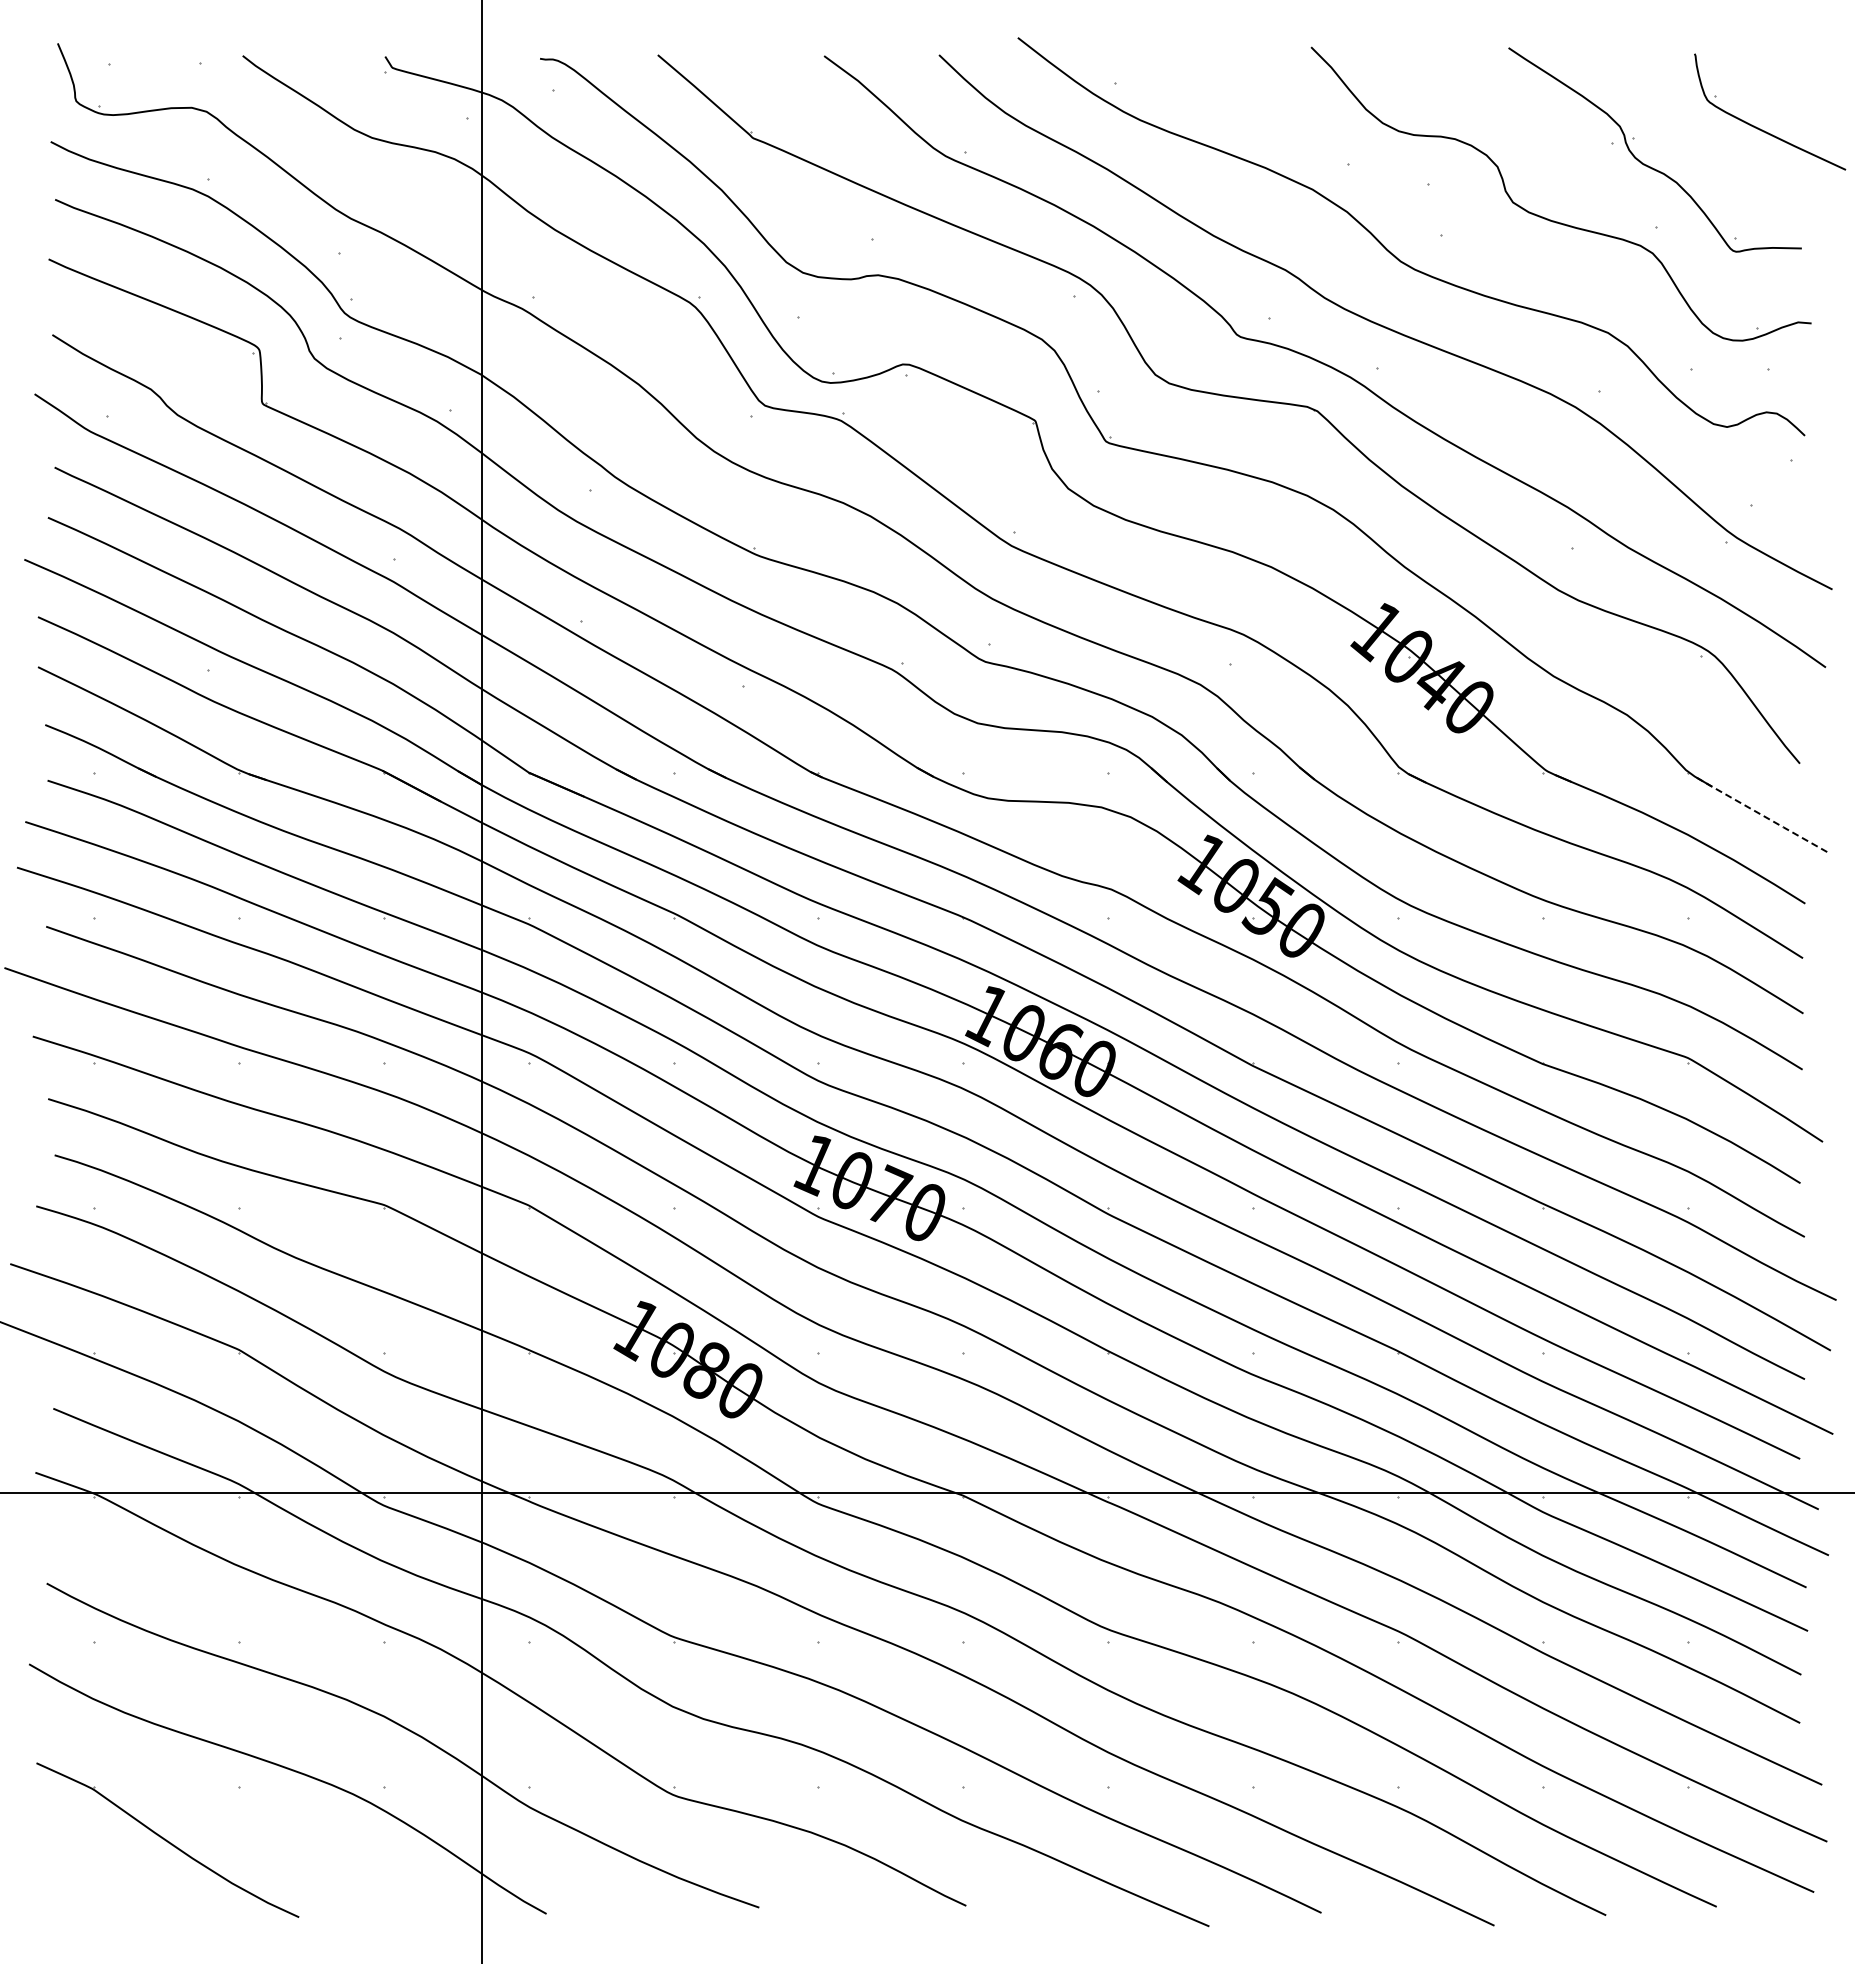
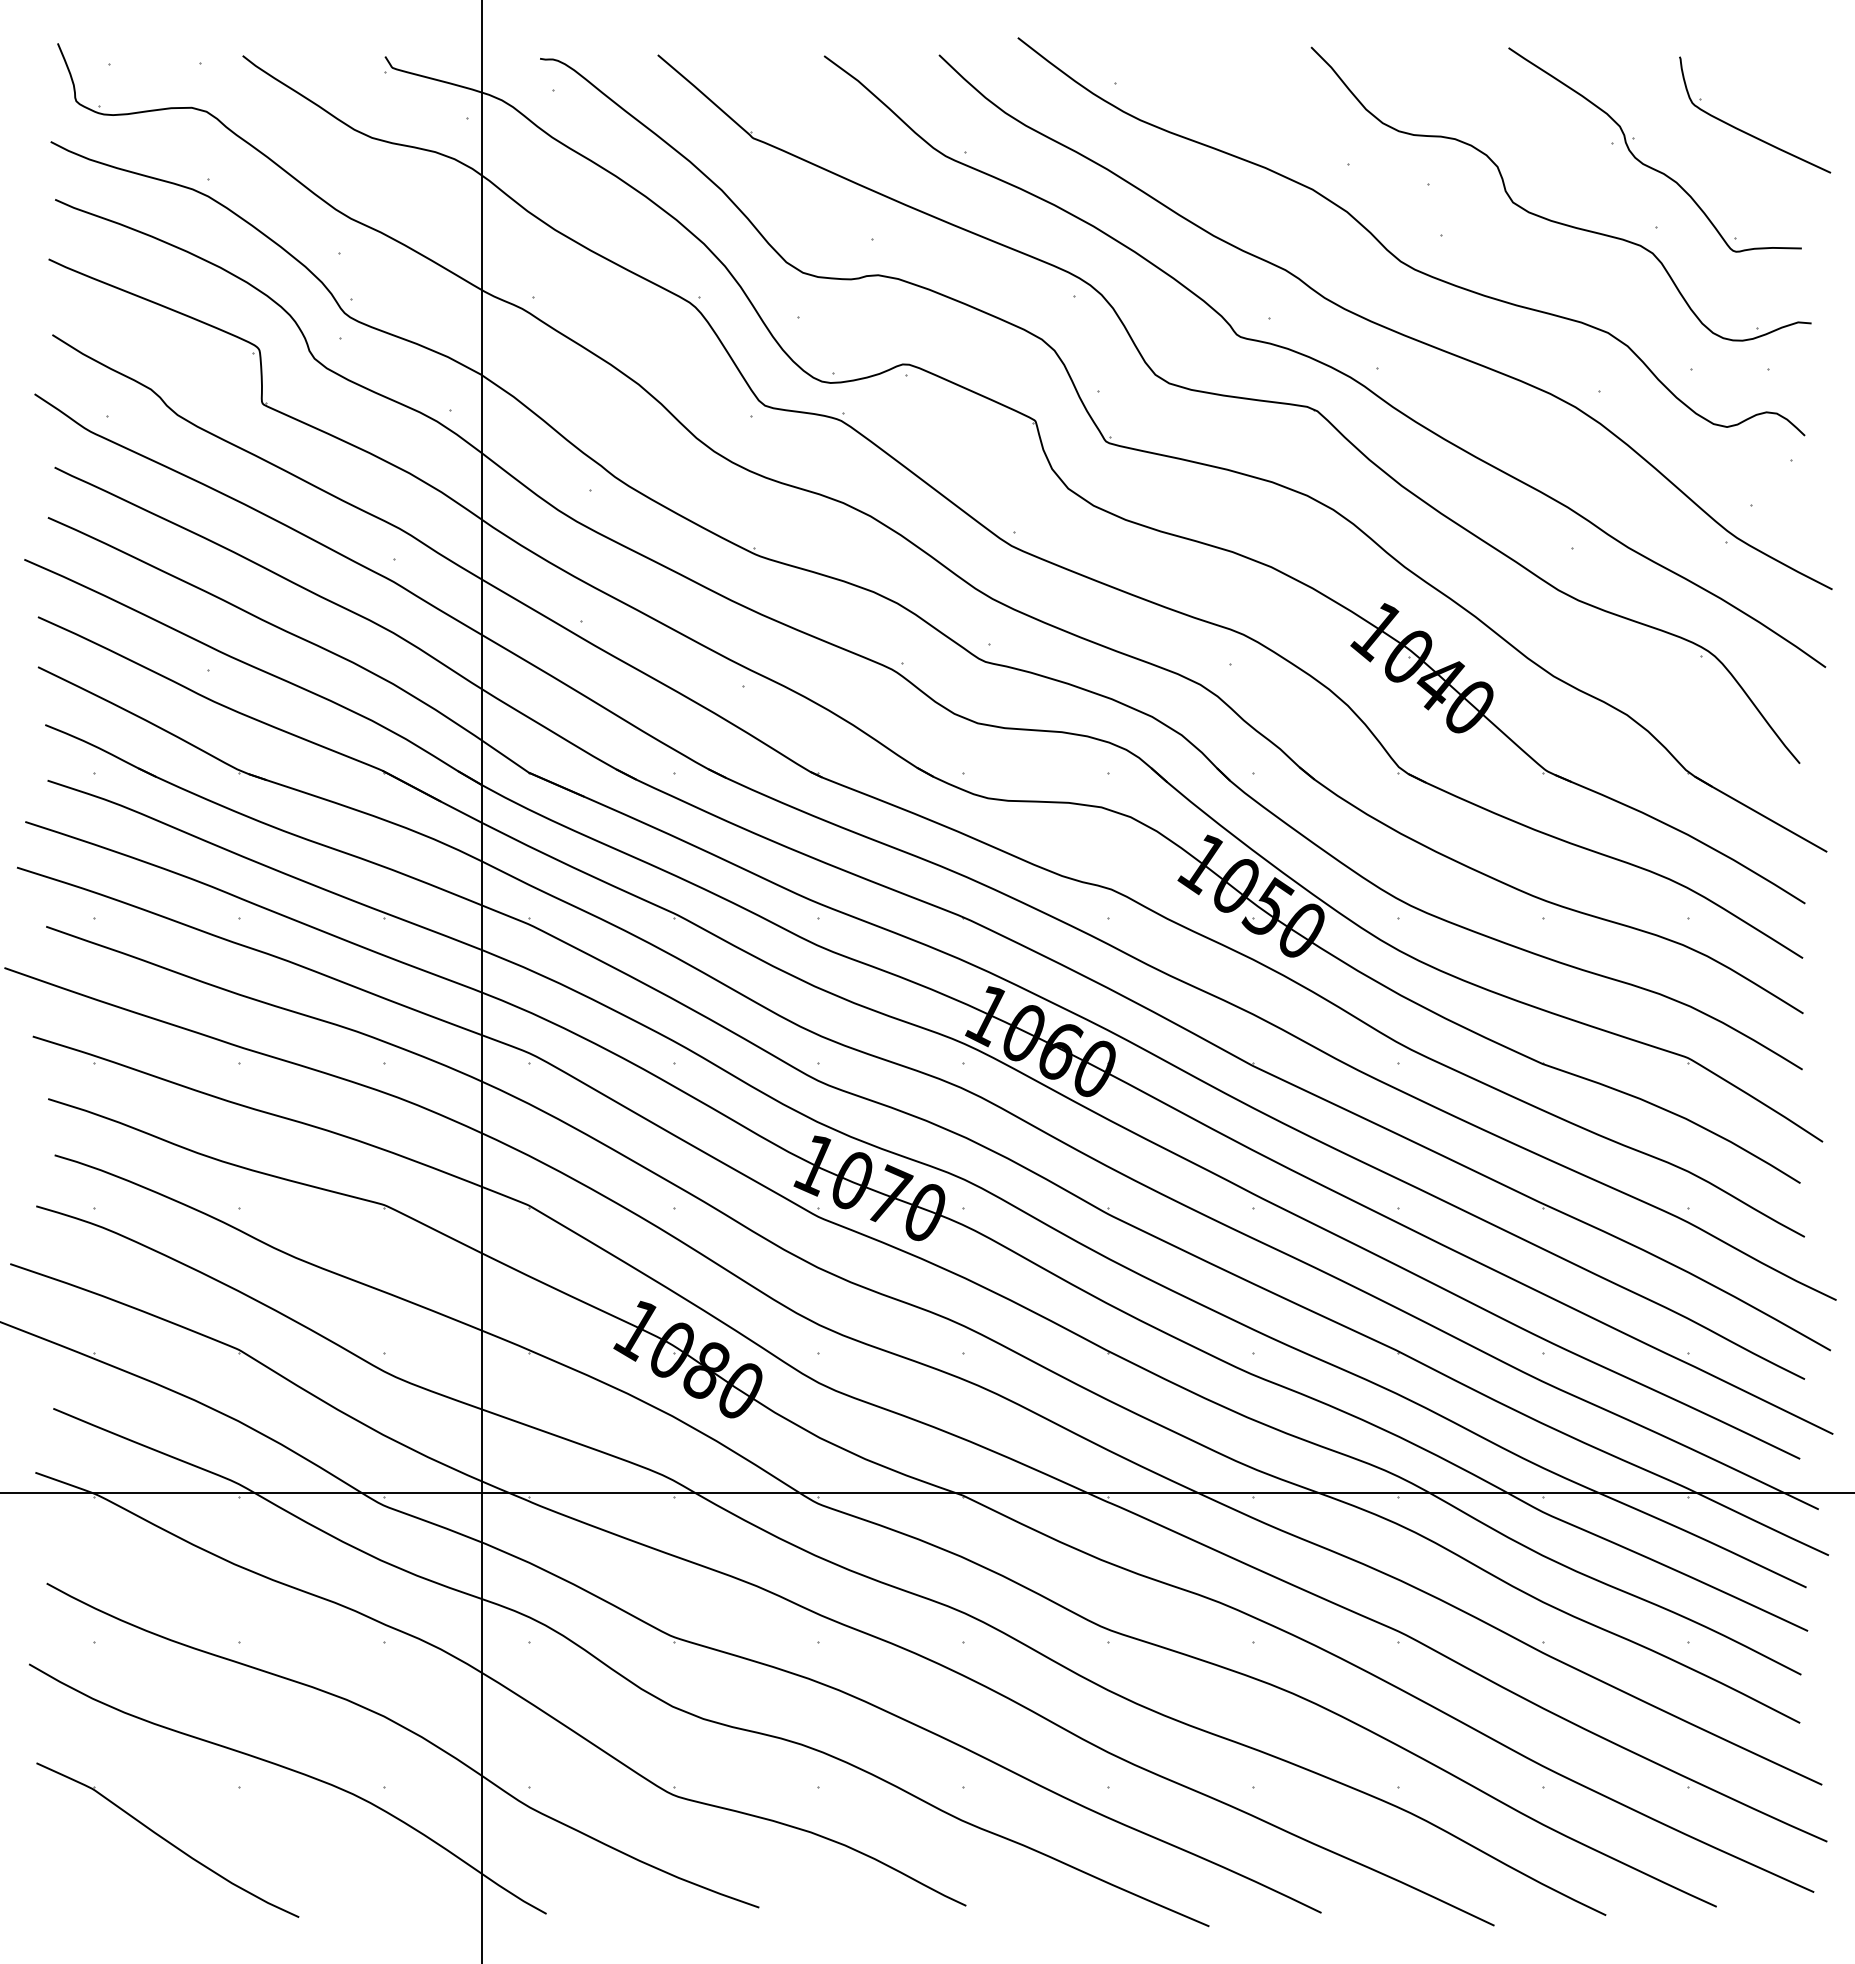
part at (1762, 129) position: (1762, 129) -> (1747, 132)
line at (1760, 814): dashed -> solid
